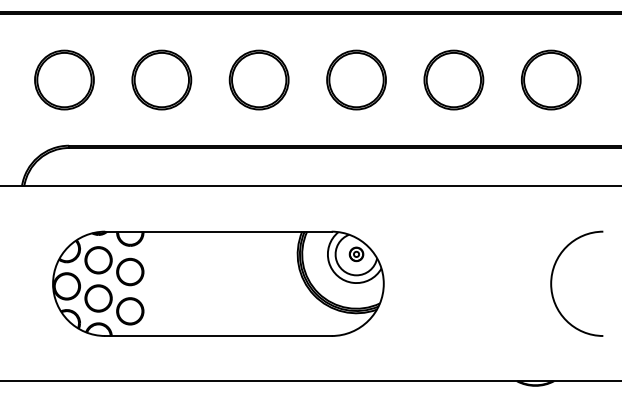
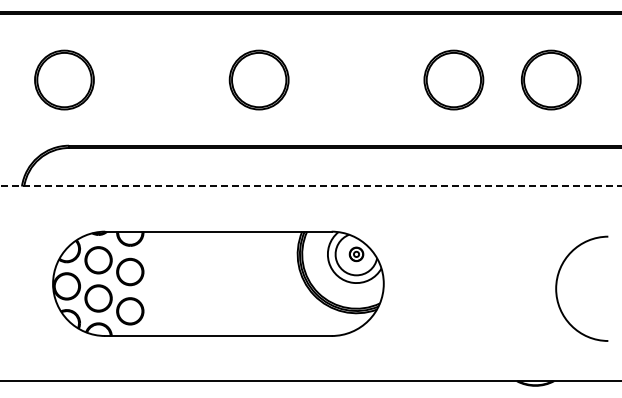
part at (161, 79): present -> none
part at (356, 79): present -> none
line at (311, 186): solid -> dashed
arc at (552, 283) position: (552, 283) -> (557, 288)
